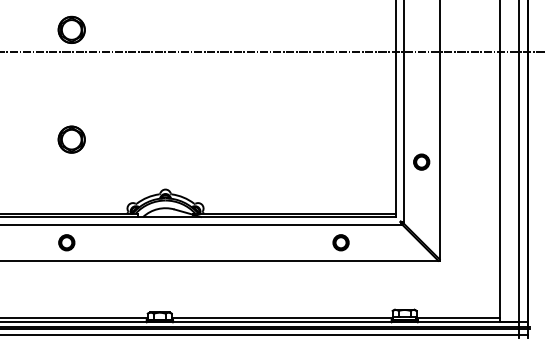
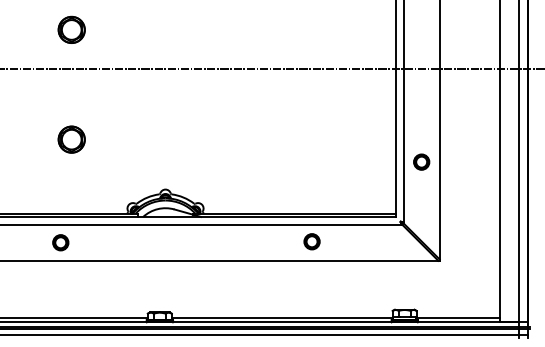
line at (271, 52) position: (271, 52) -> (271, 69)
part at (66, 242) position: (66, 242) -> (60, 242)
part at (340, 242) position: (340, 242) -> (311, 241)
